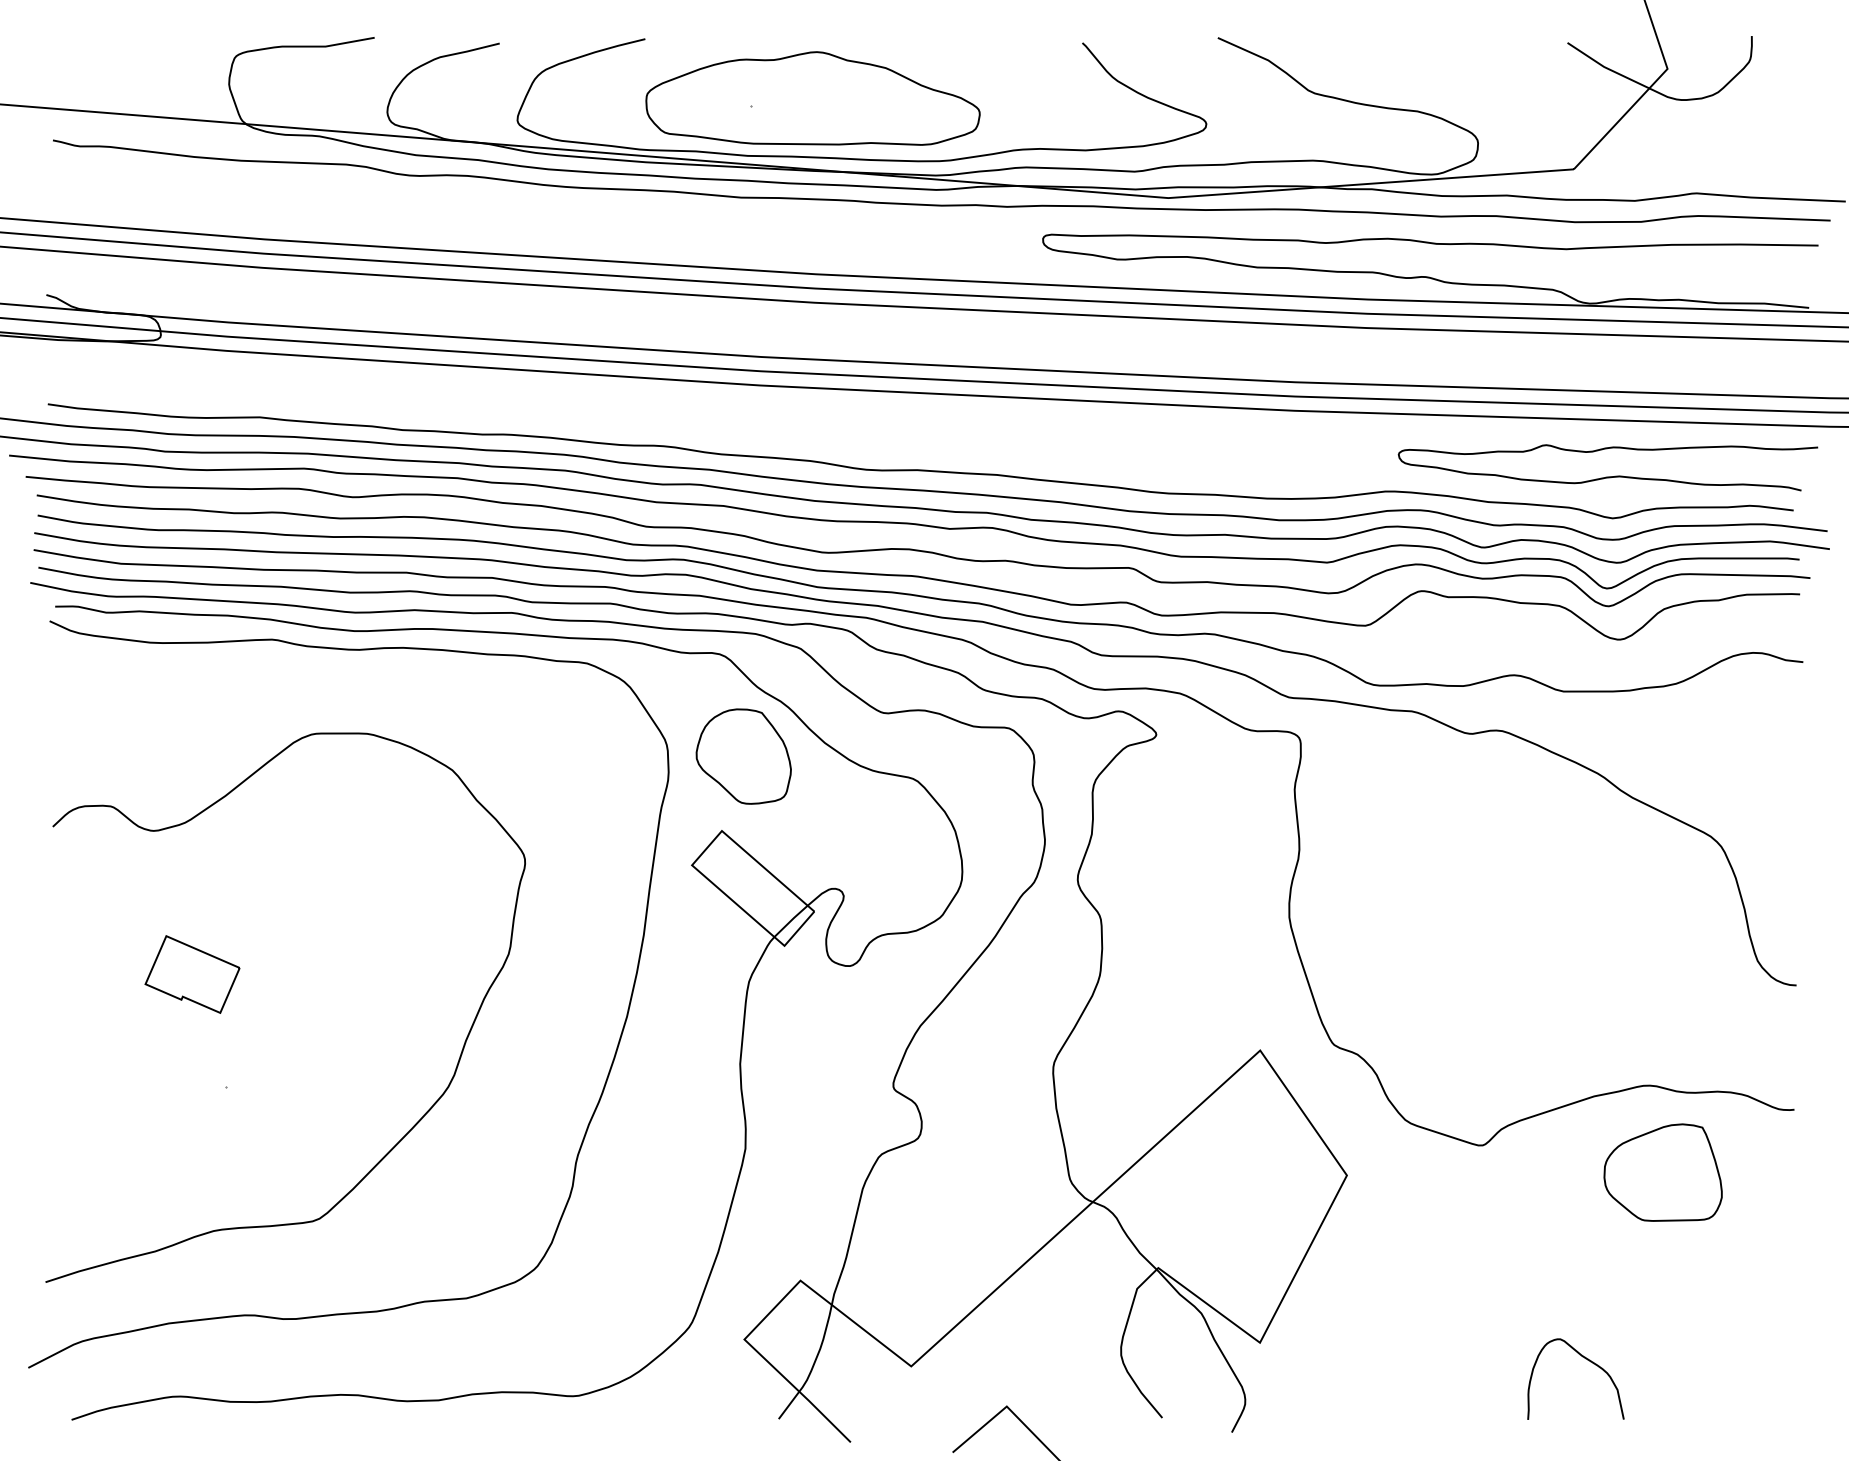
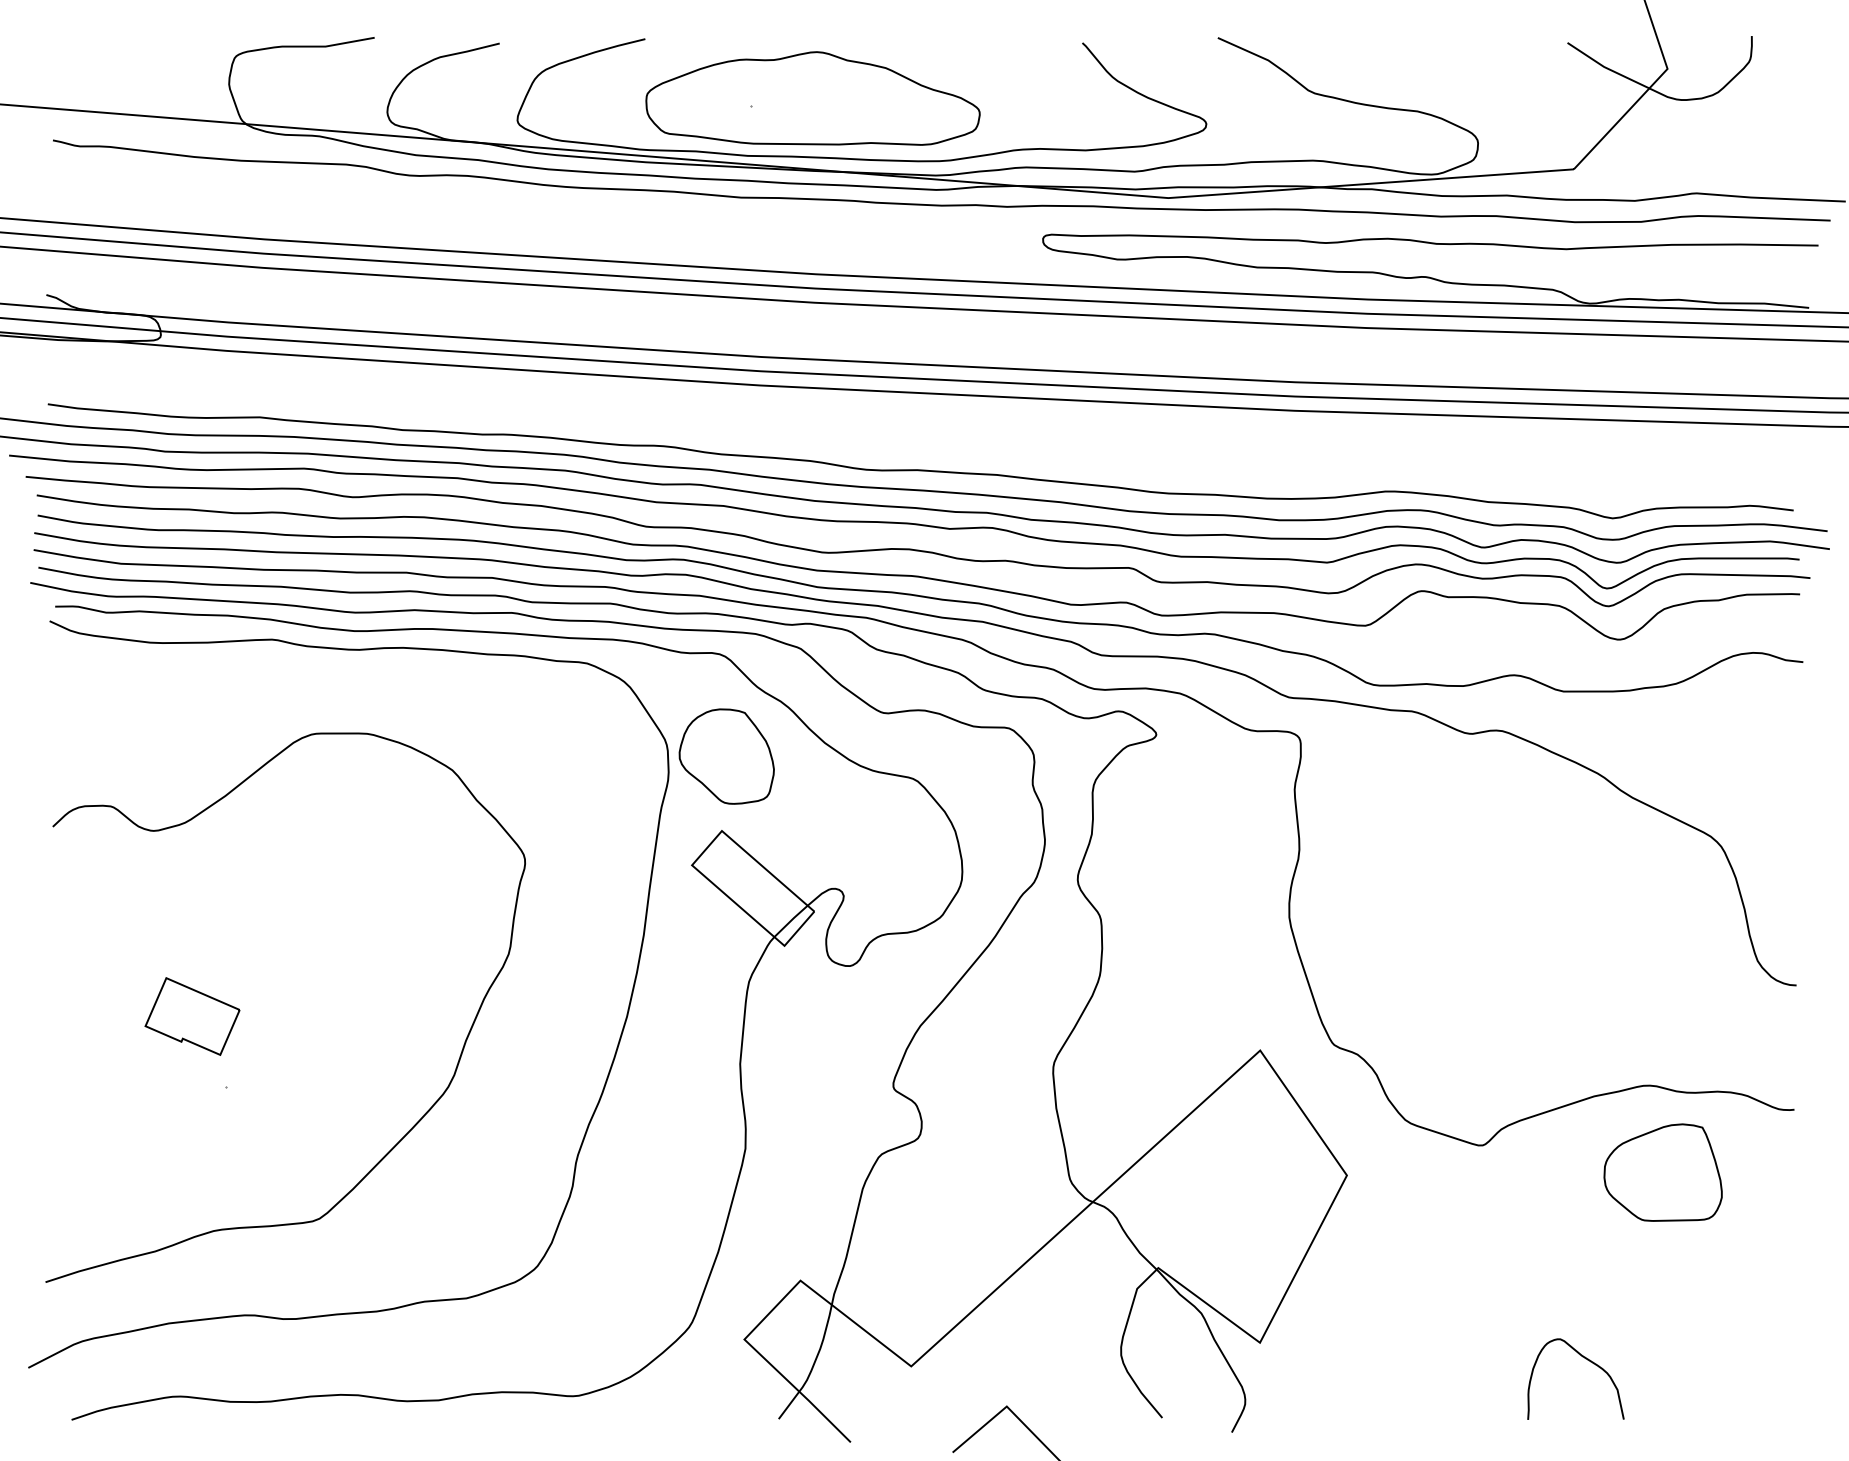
curve at (1607, 476): present -> none
part at (743, 756) position: (743, 756) -> (726, 756)
part at (192, 974) position: (192, 974) -> (192, 1016)
